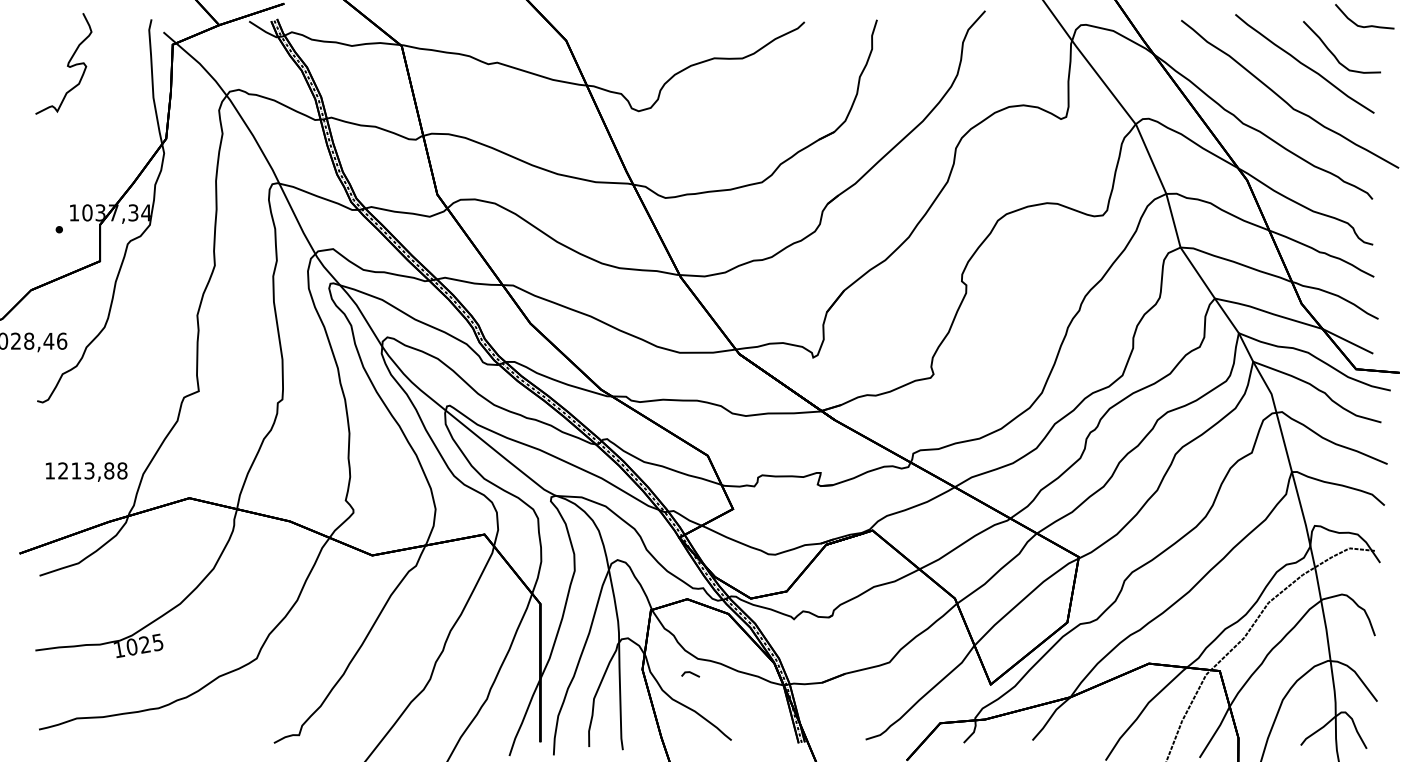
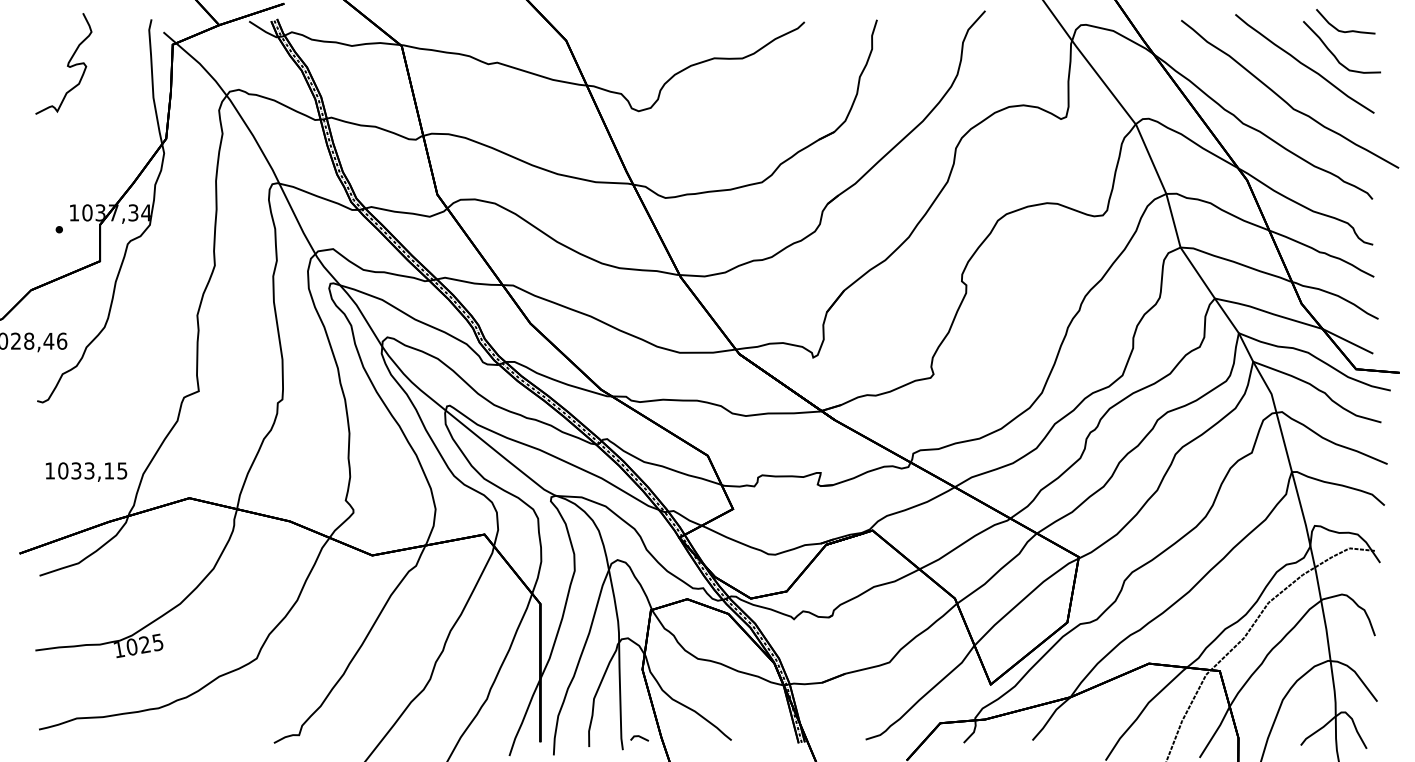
curve at (1361, 25) position: (1361, 25) -> (1342, 30)
text at (92, 470): 1213,88 -> 1033,15
line at (690, 673) position: (690, 673) -> (639, 737)
